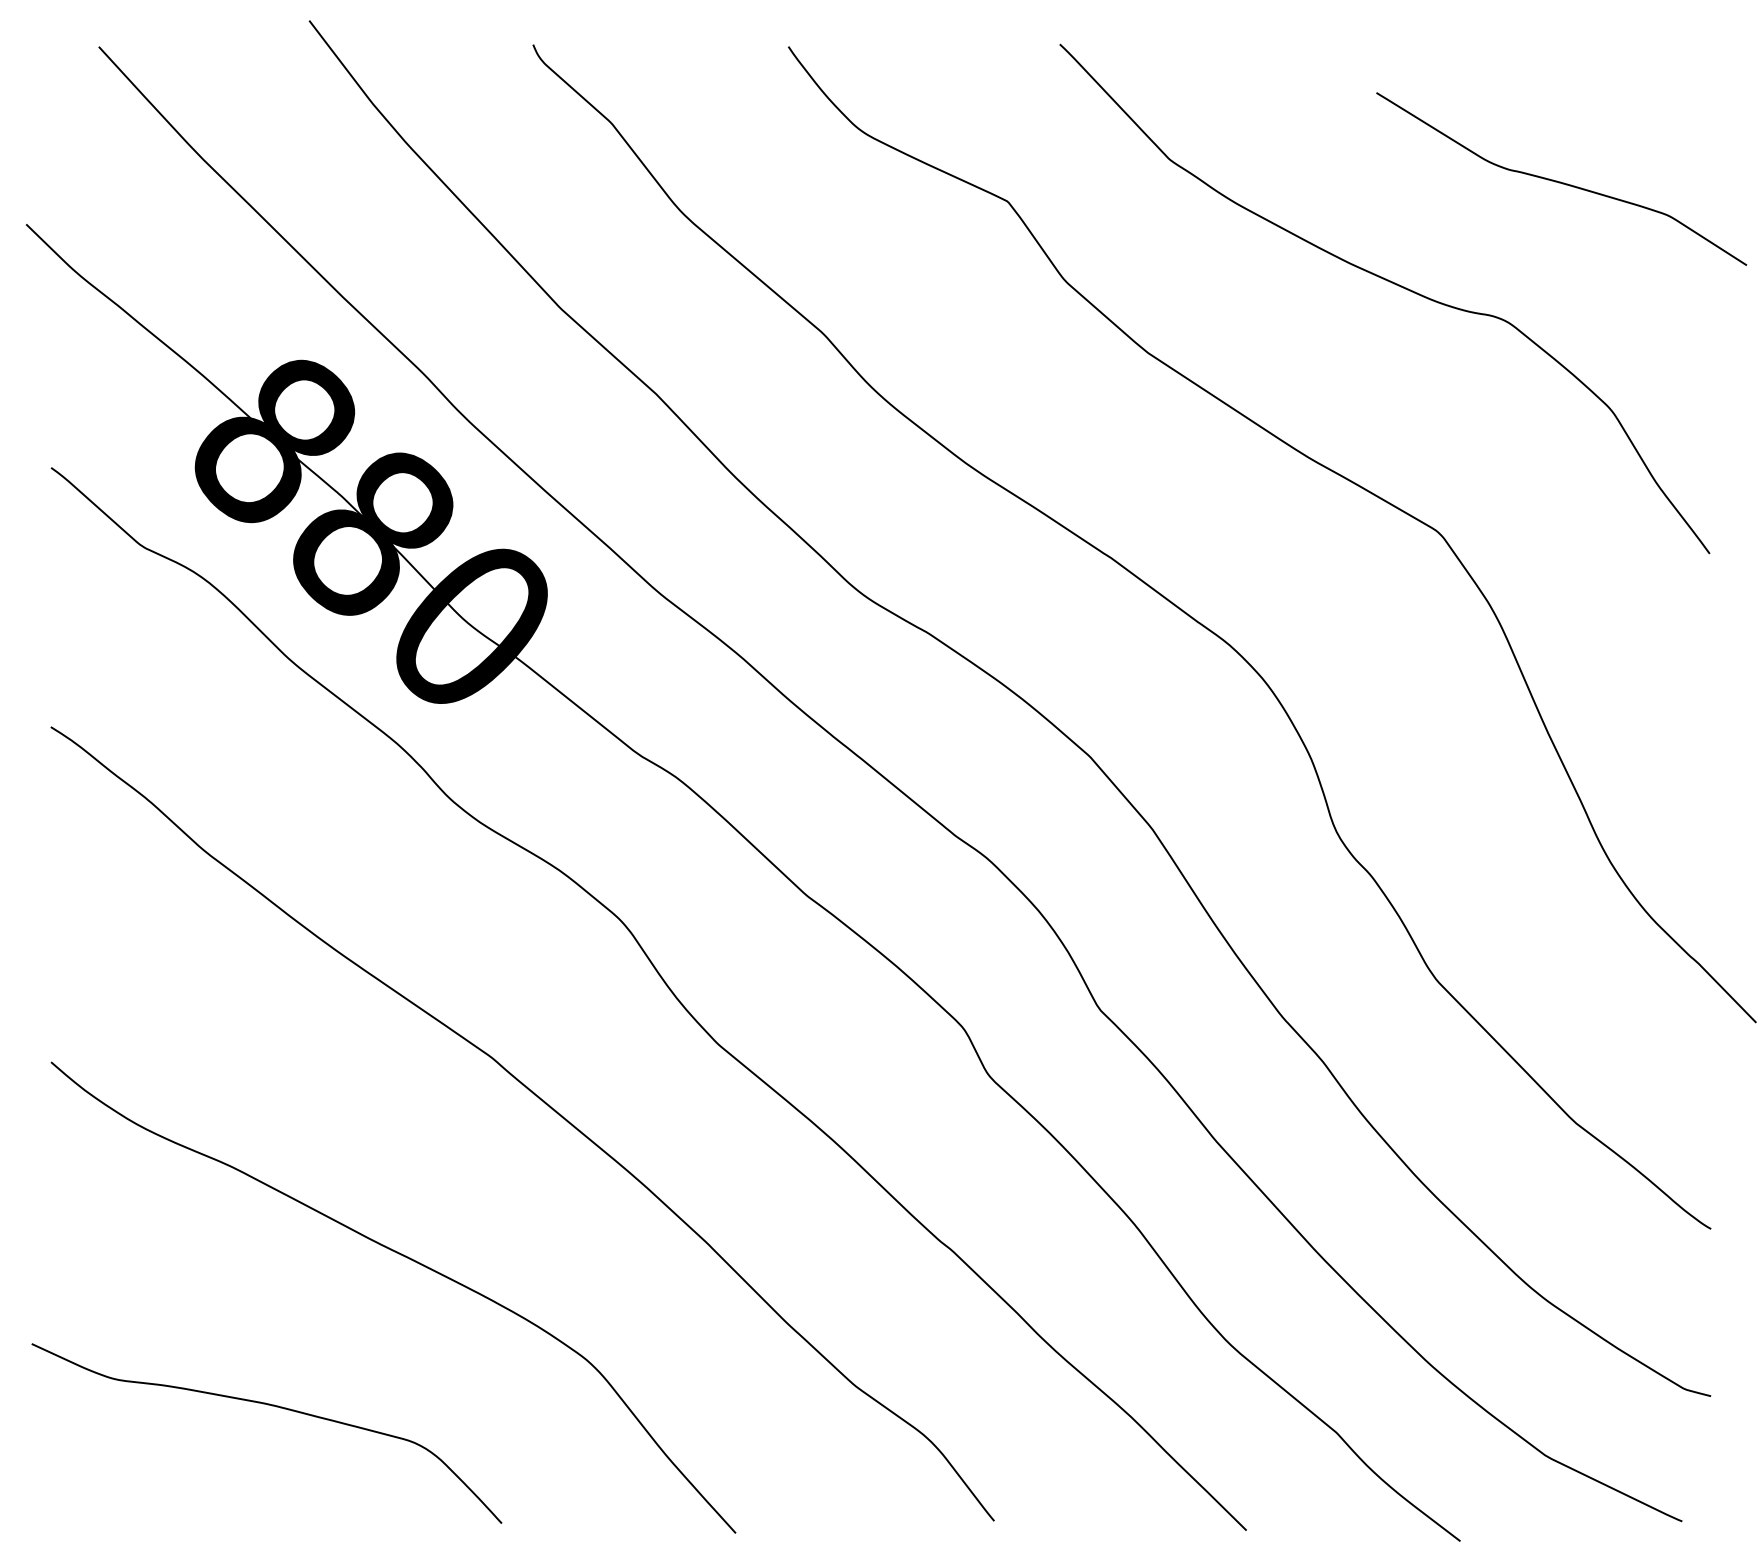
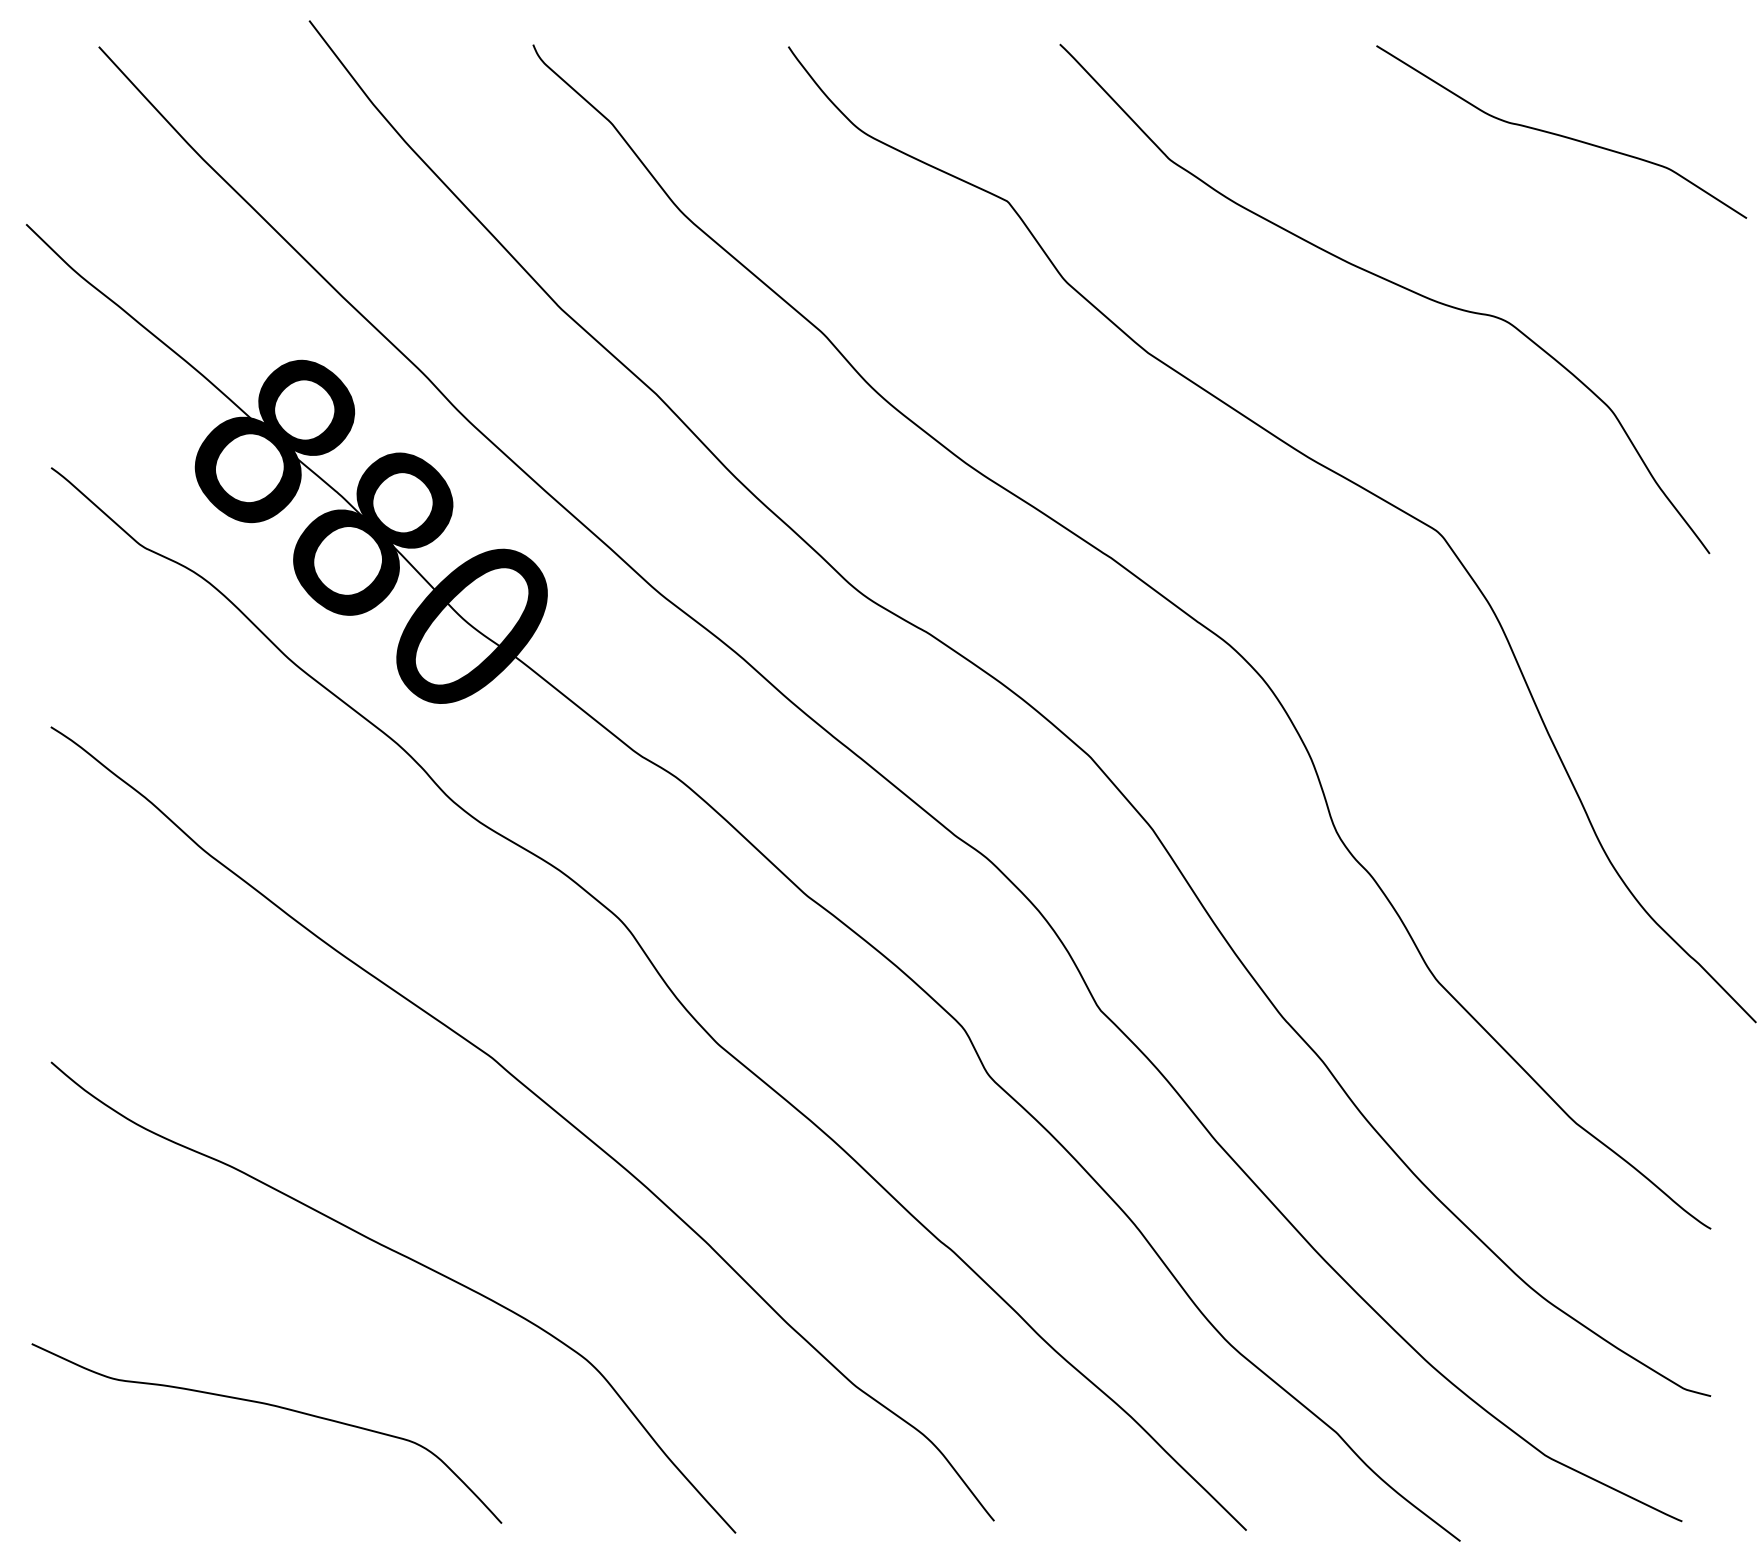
curve at (1560, 181) position: (1560, 181) -> (1560, 134)
